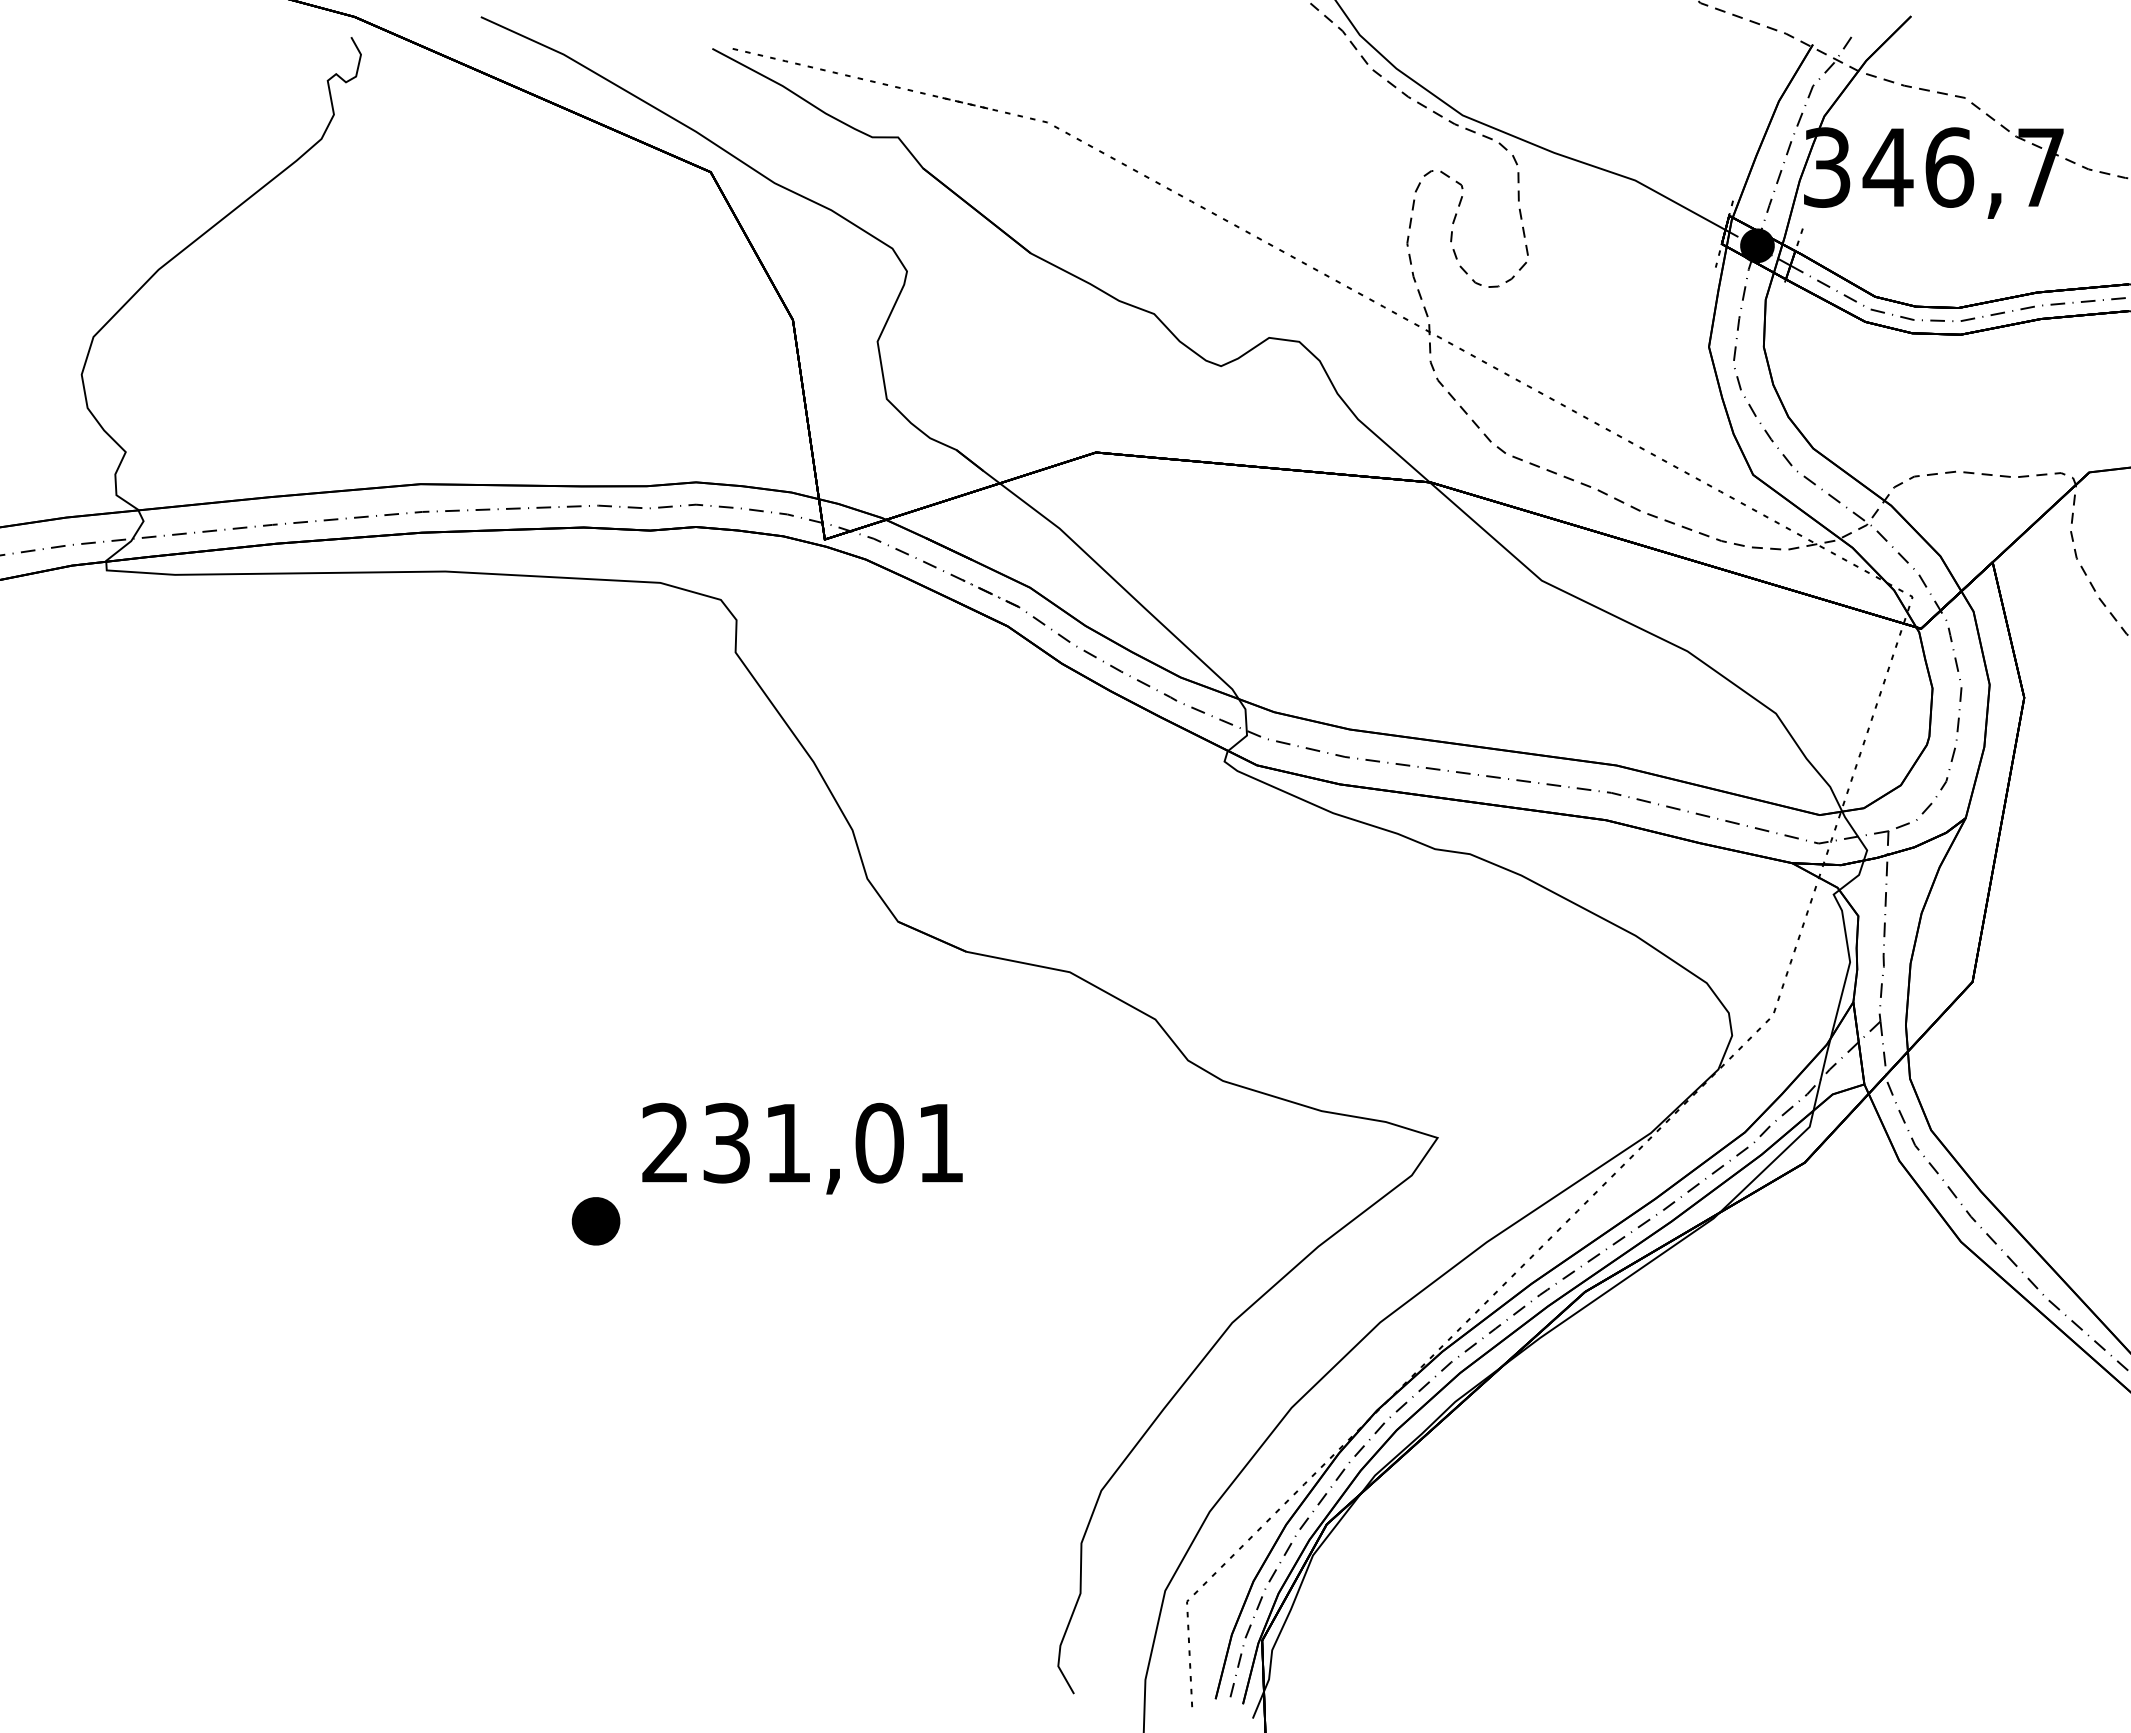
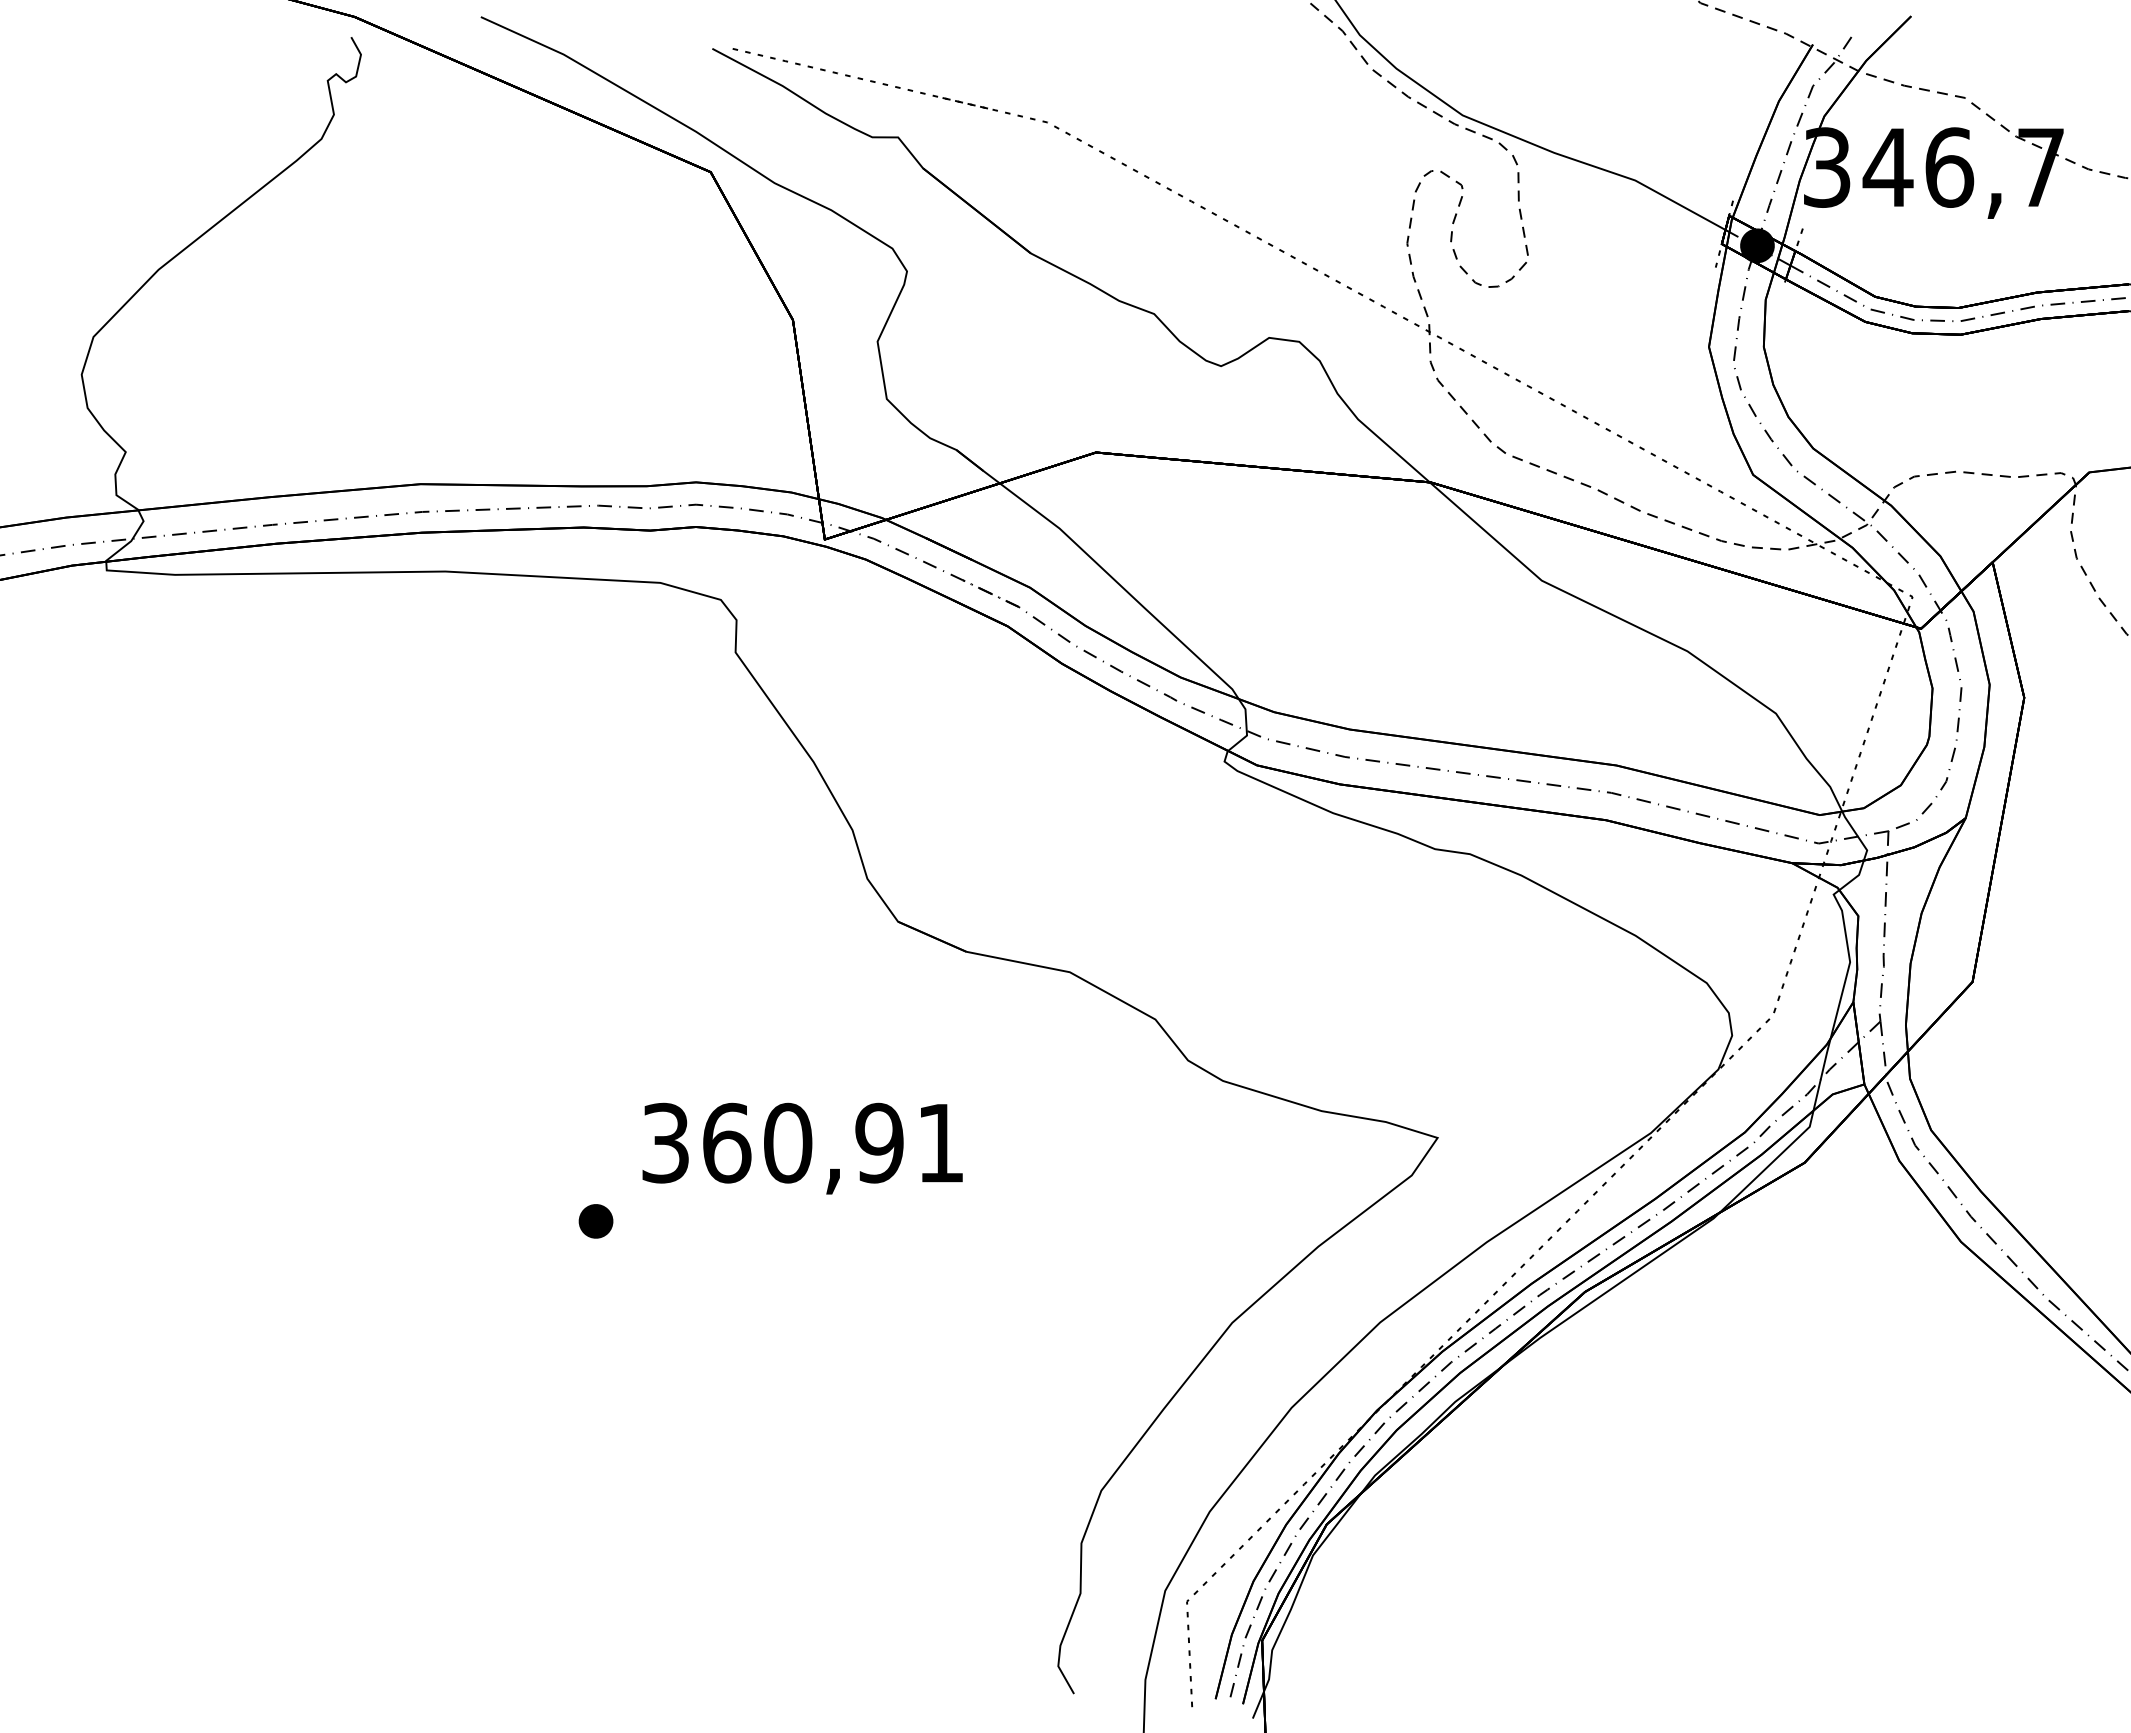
text at (772, 1142): 231,01 -> 360,91
part at (595, 1221) size: 50x49 px -> 36x35 px
